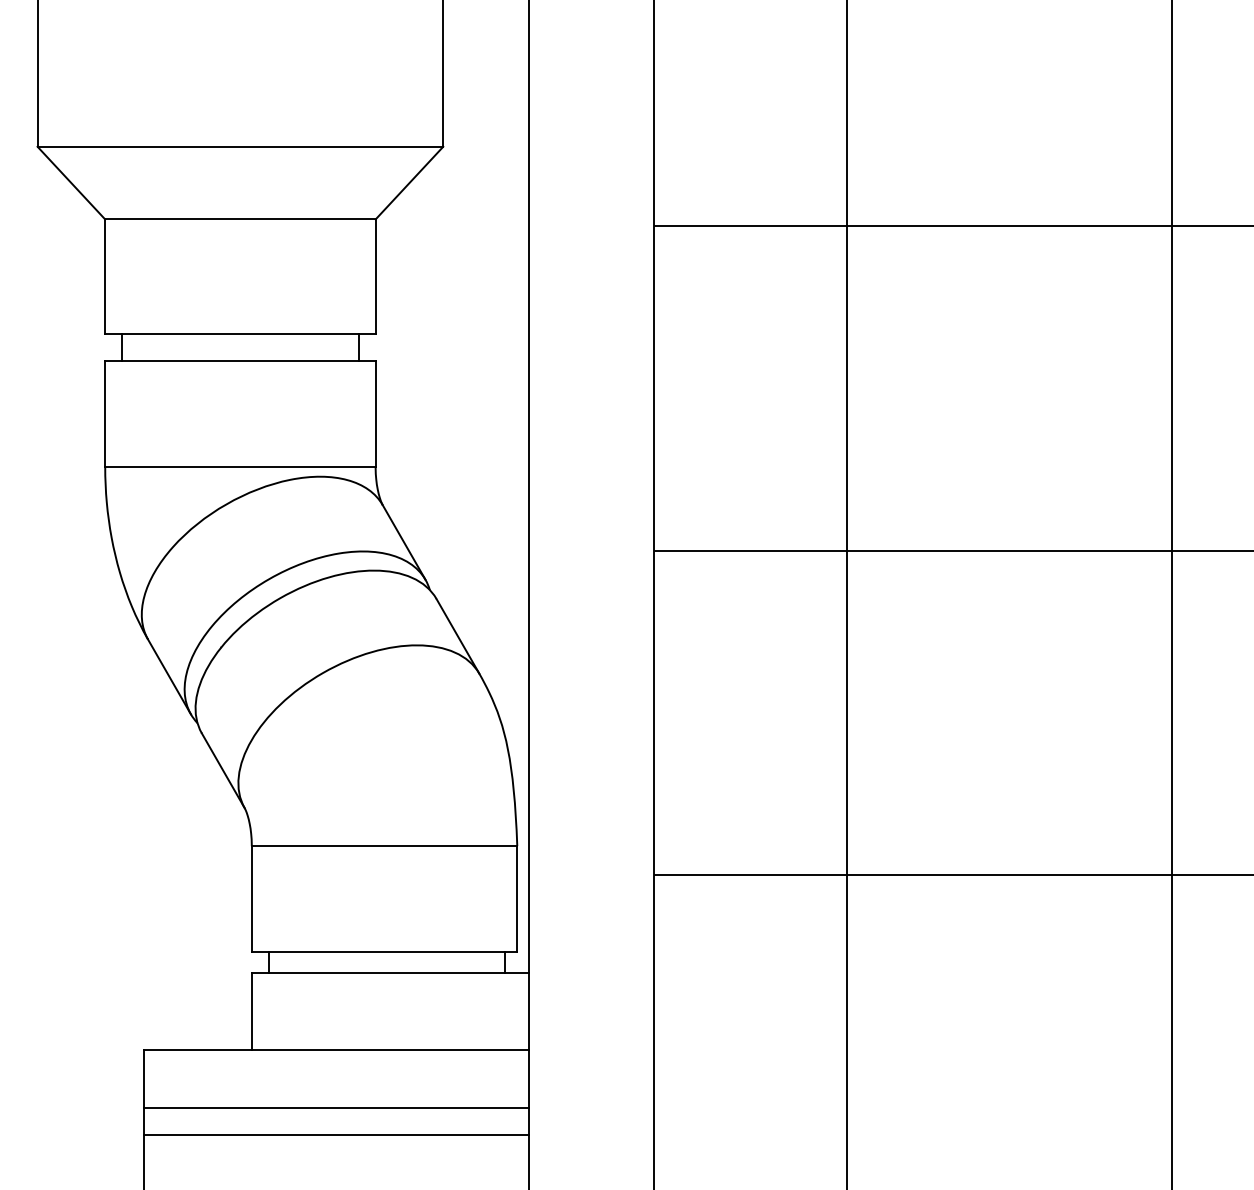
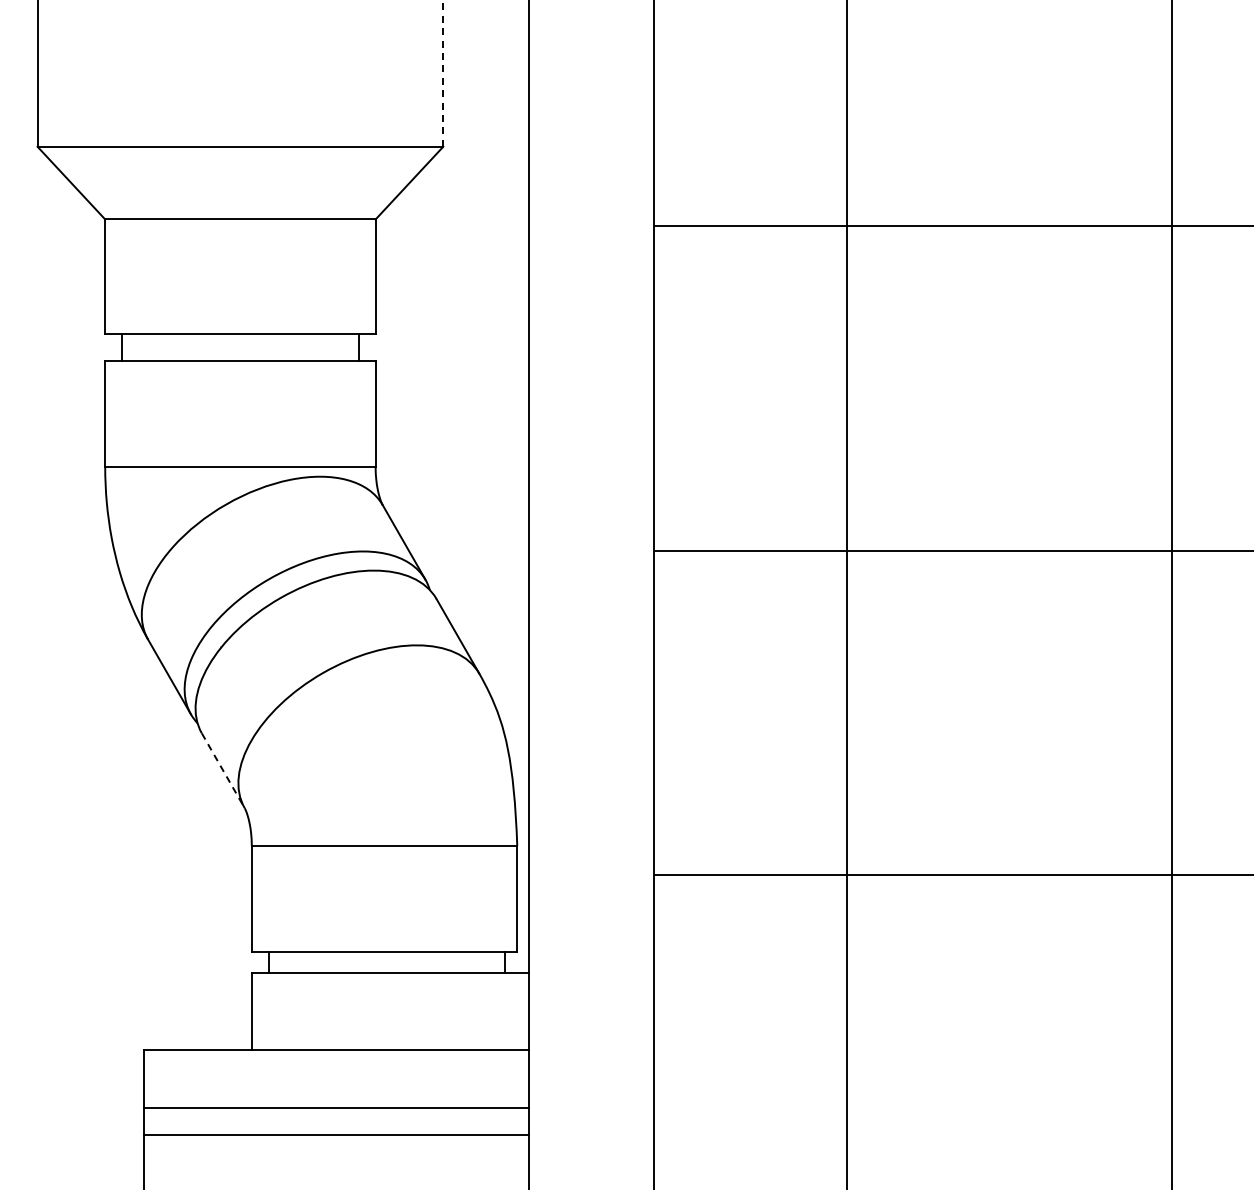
line at (443, 73): solid -> dashed
line at (223, 771): solid -> dashed
